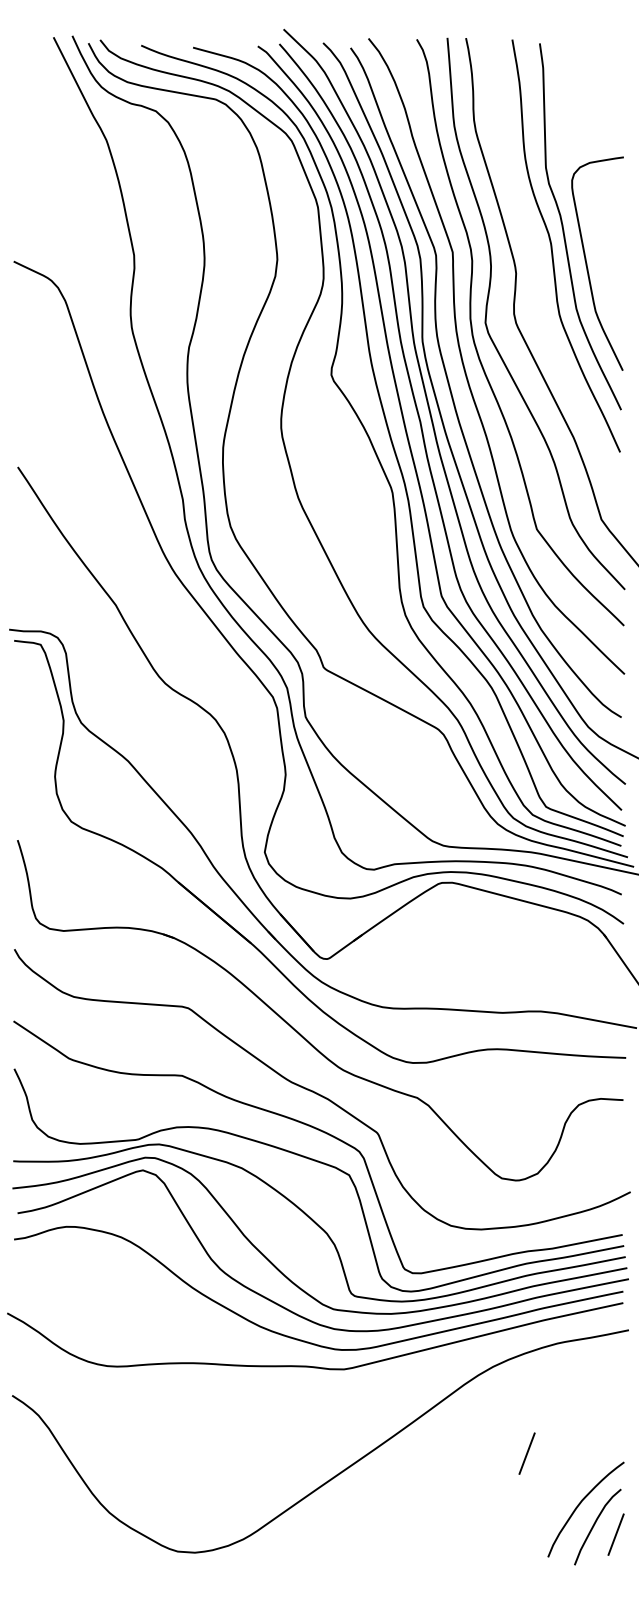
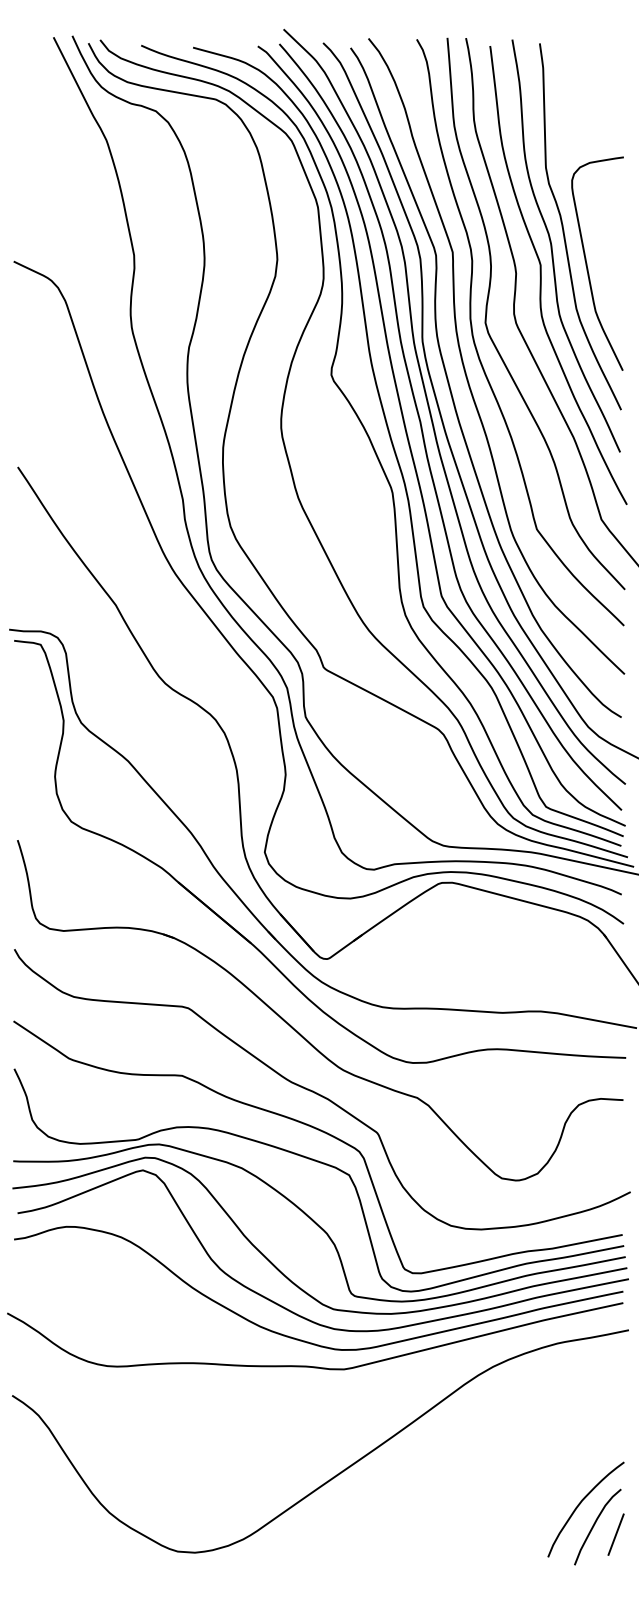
curve at (541, 275): none -> present
line at (526, 1453): present -> none
